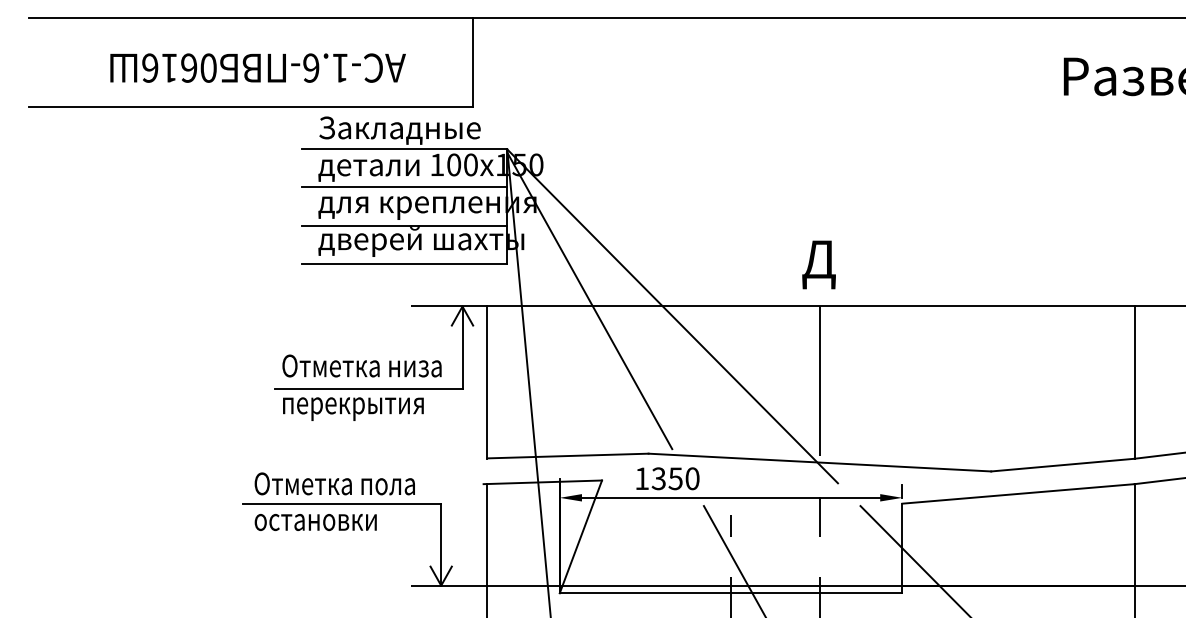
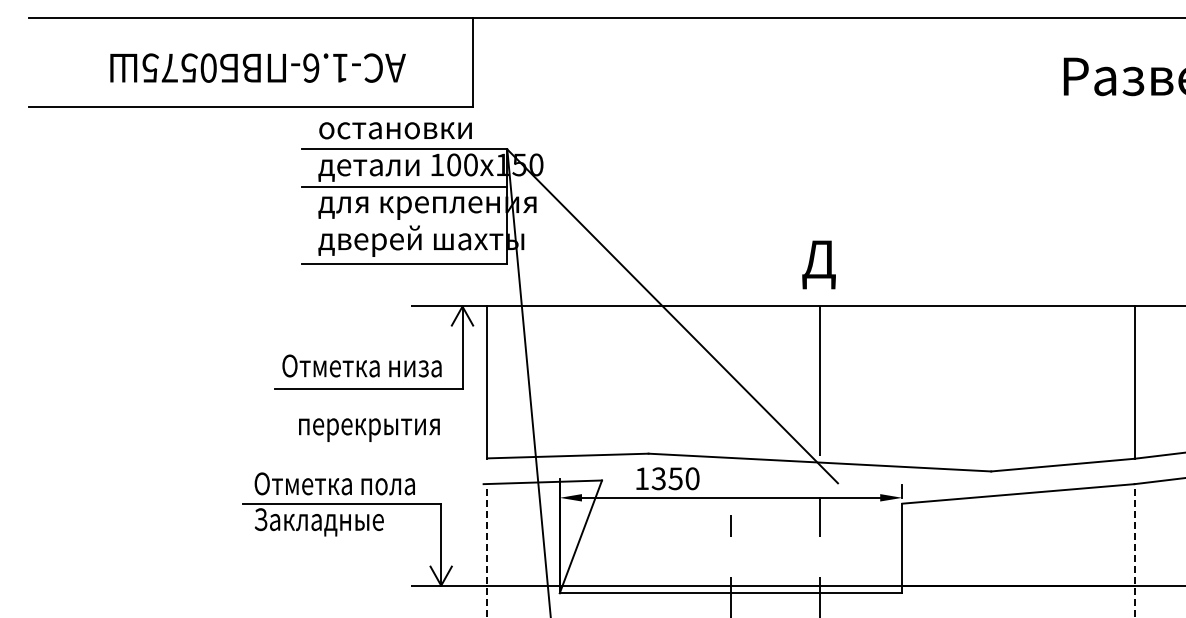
text at (169, 67): 0616 -> 0575
text at (399, 130): Закладные -> остановки
line at (404, 225): present -> none
line at (589, 300): present -> none
text at (353, 408) position: (353, 408) -> (369, 429)
text at (318, 522): остановки -> Закладные
line at (487, 550): solid -> dashed
line at (1134, 550): solid -> dashed
line at (733, 560): present -> none
line at (913, 560): present -> none
